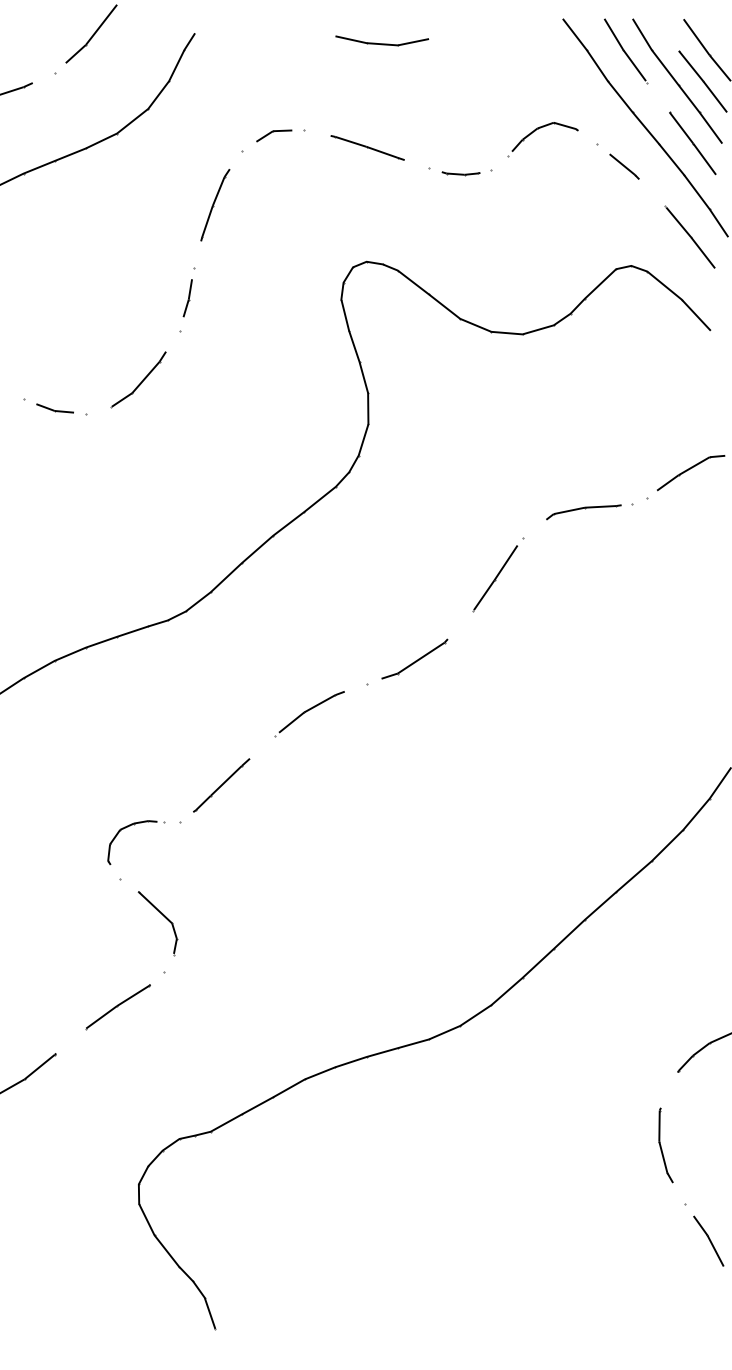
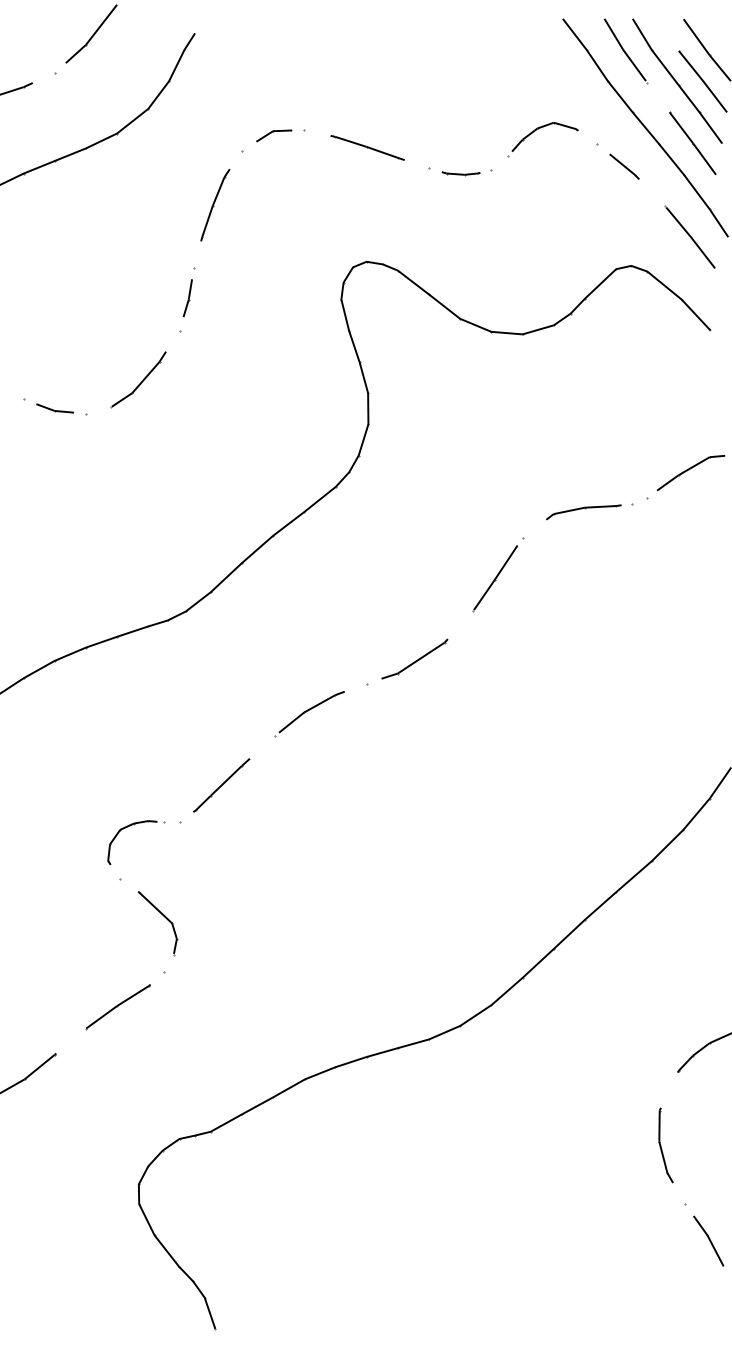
part at (382, 40): present -> none
